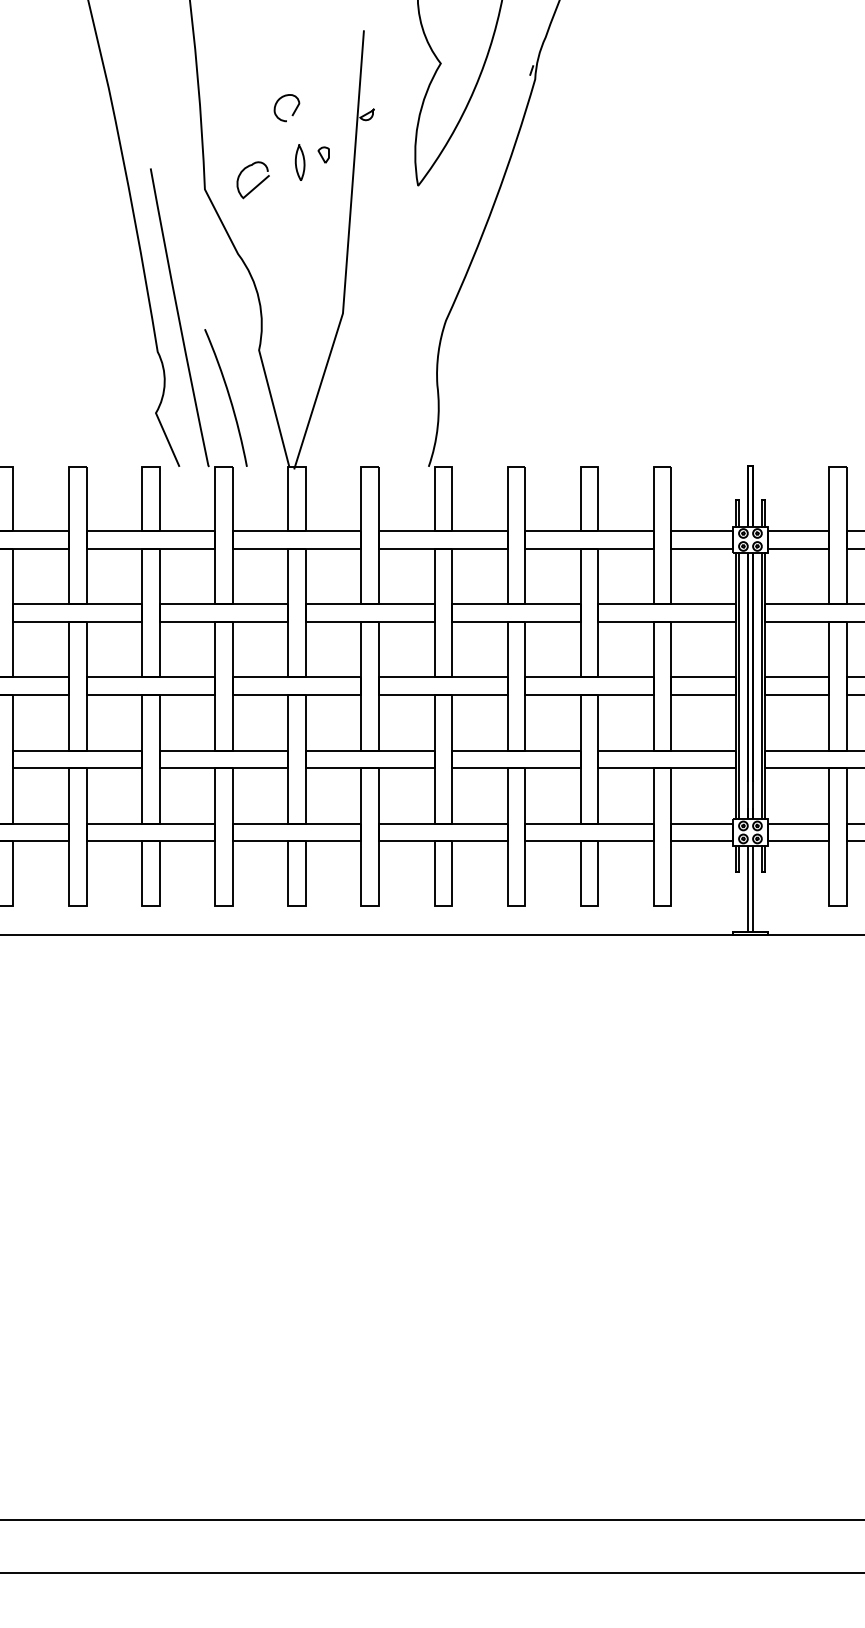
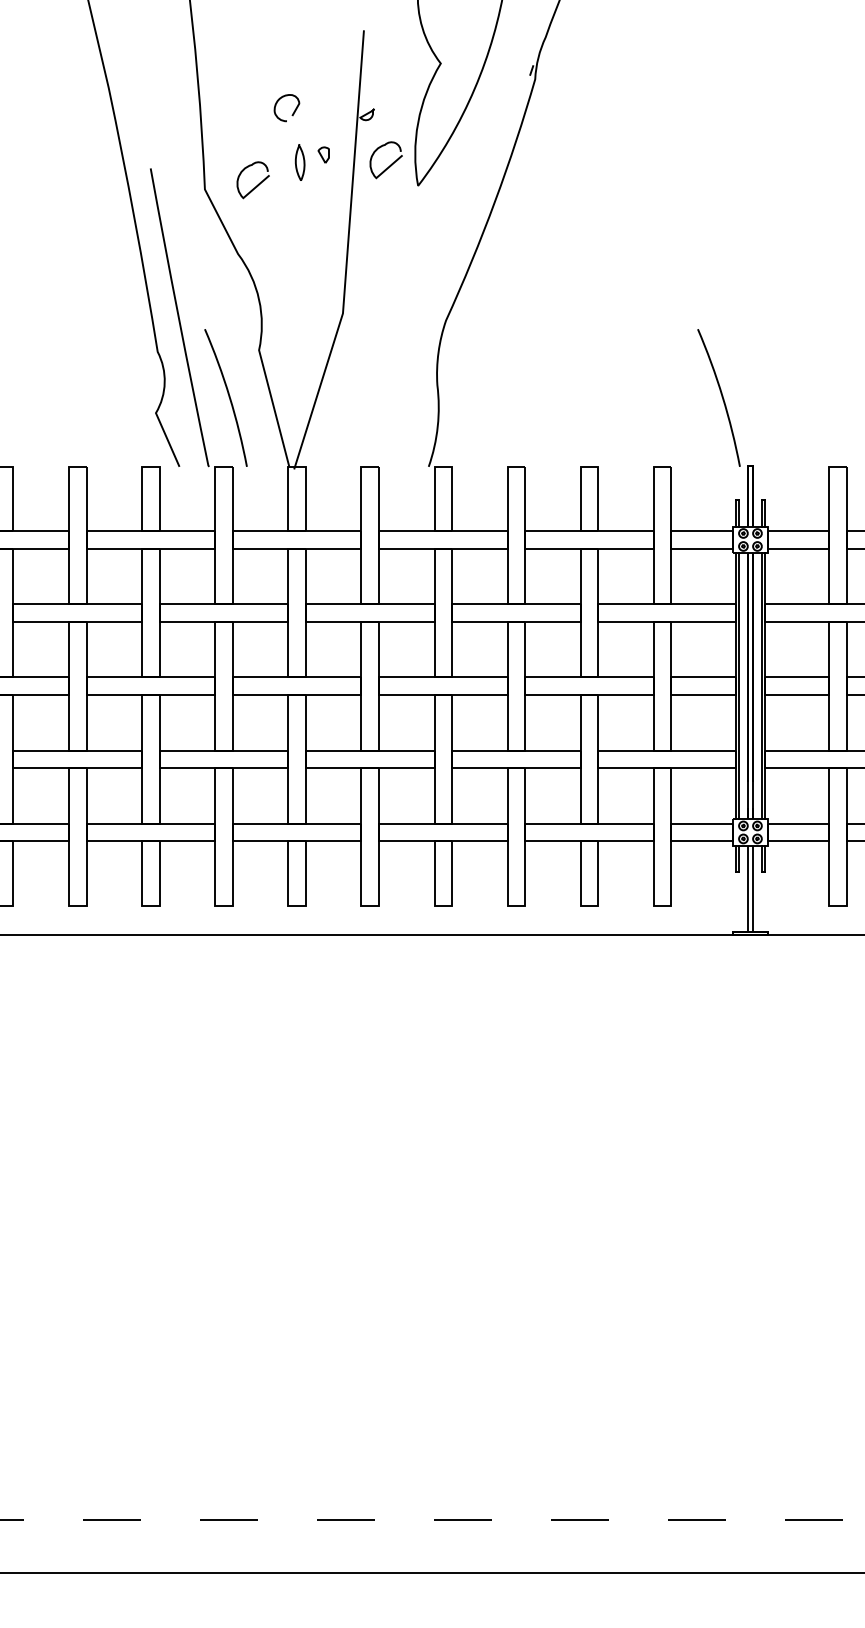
curve at (390, 164): none -> present
curve at (721, 397): none -> present
line at (431, 1519): solid -> dashed
